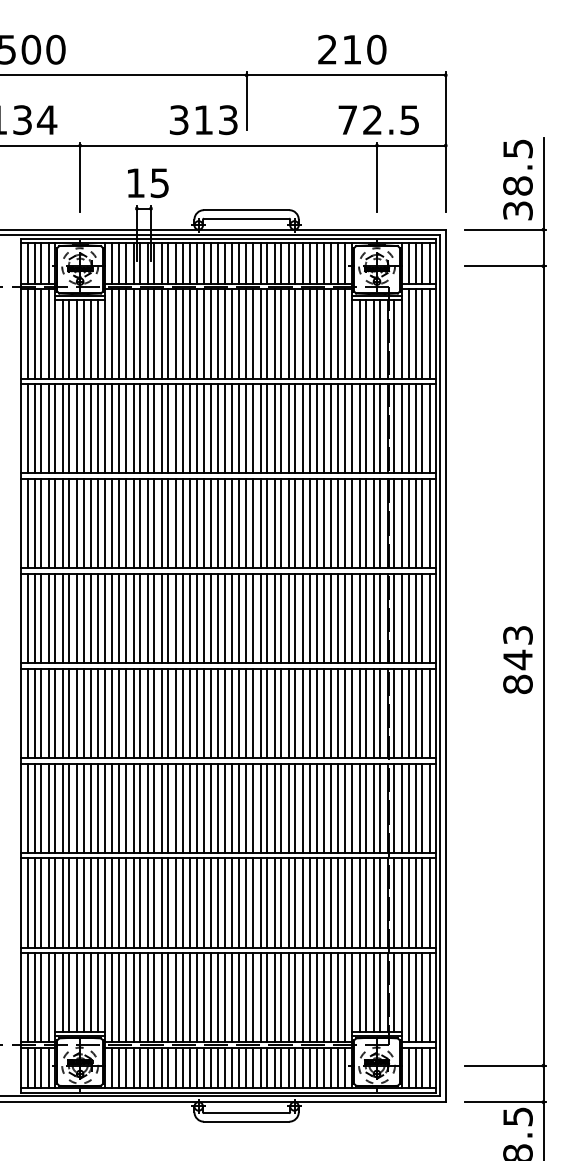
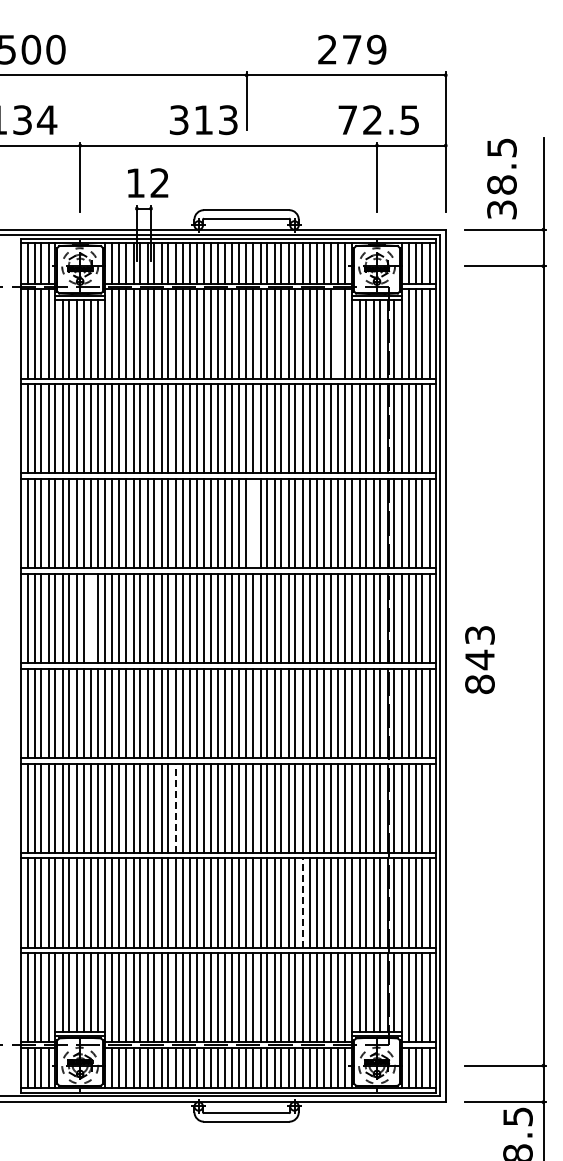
text at (364, 49): 210 -> 279
text at (517, 179) position: (517, 179) -> (501, 178)
text at (159, 183): 15 -> 12
line at (337, 333): present -> none
line at (253, 523): present -> none
line at (90, 618): present -> none
text at (517, 660) position: (517, 660) -> (479, 660)
line at (175, 808): solid -> dashed
line at (302, 903): solid -> dashed
